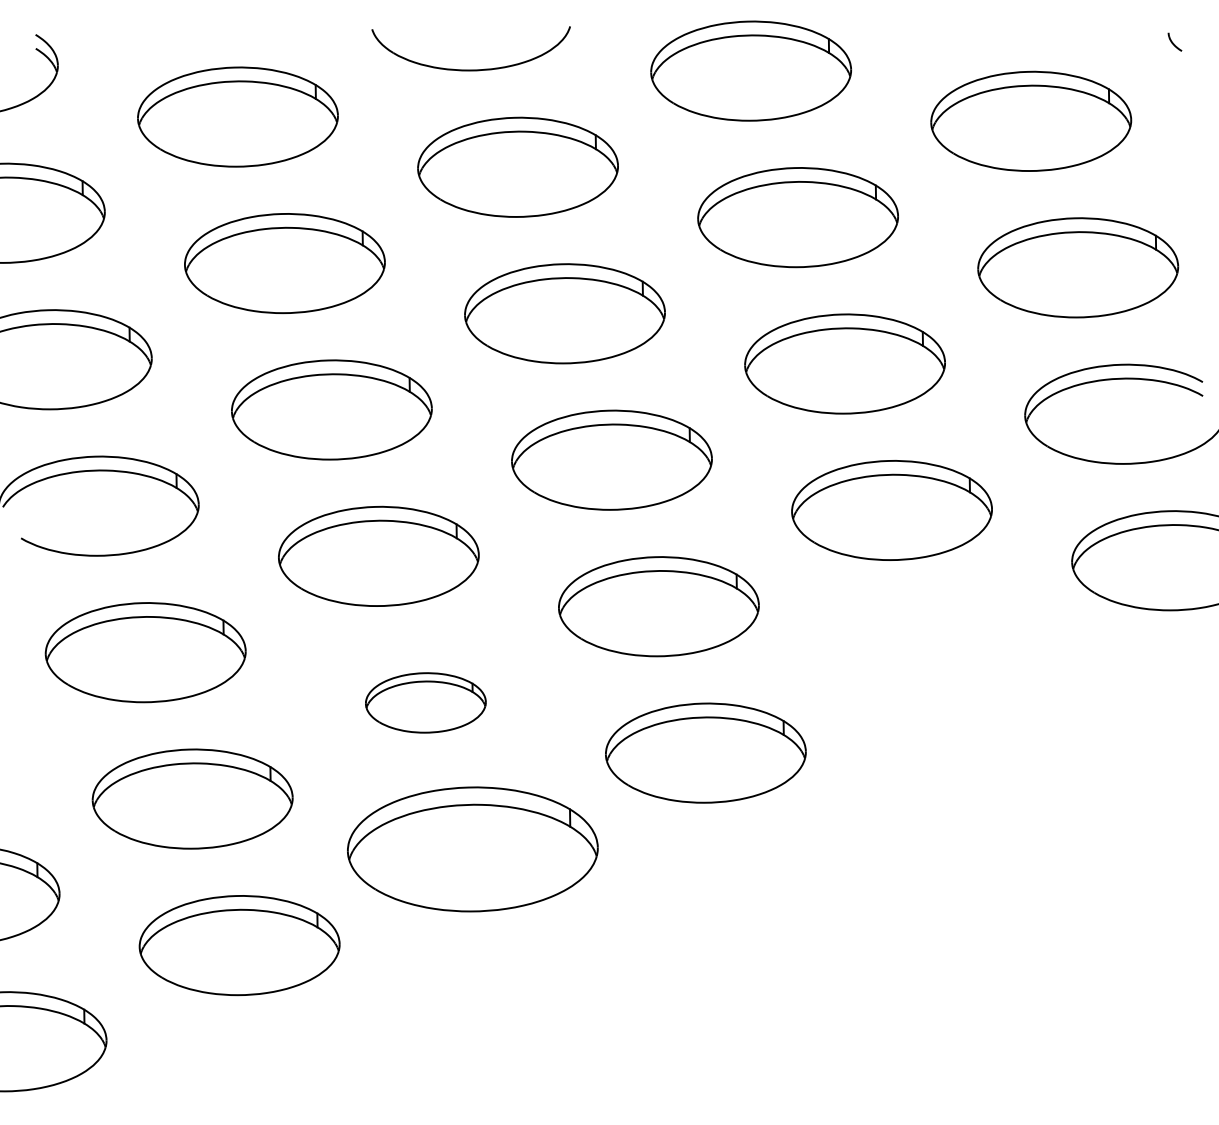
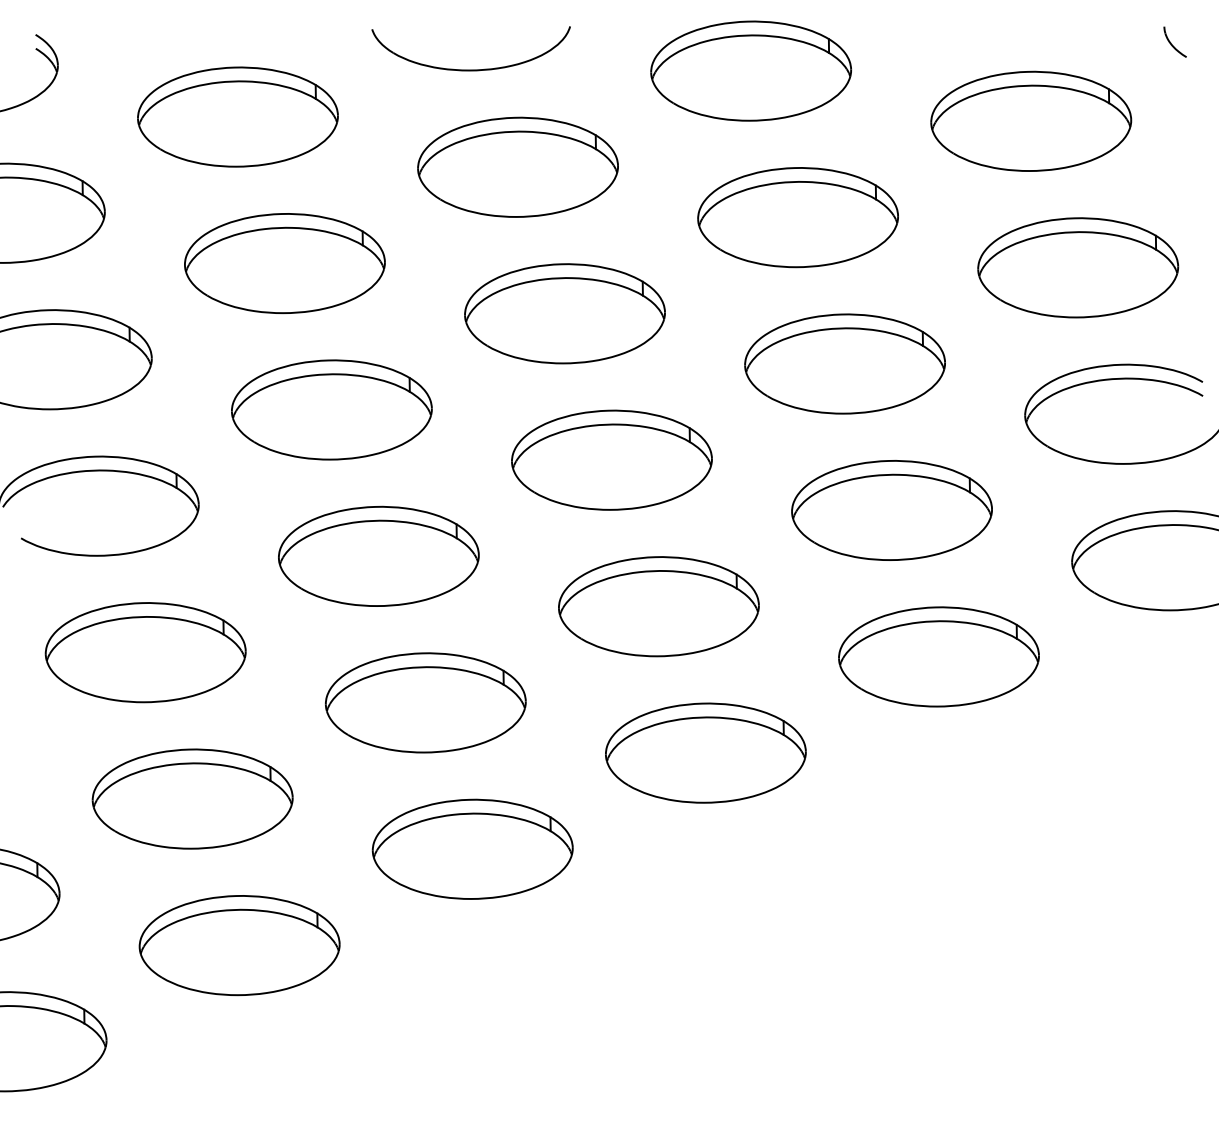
part at (1174, 41) size: 16x20 px -> 24x32 px
part at (938, 656): none -> present
part at (425, 702) size: 122x62 px -> 202x102 px
part at (472, 849) size: 252x127 px -> 203x102 px
